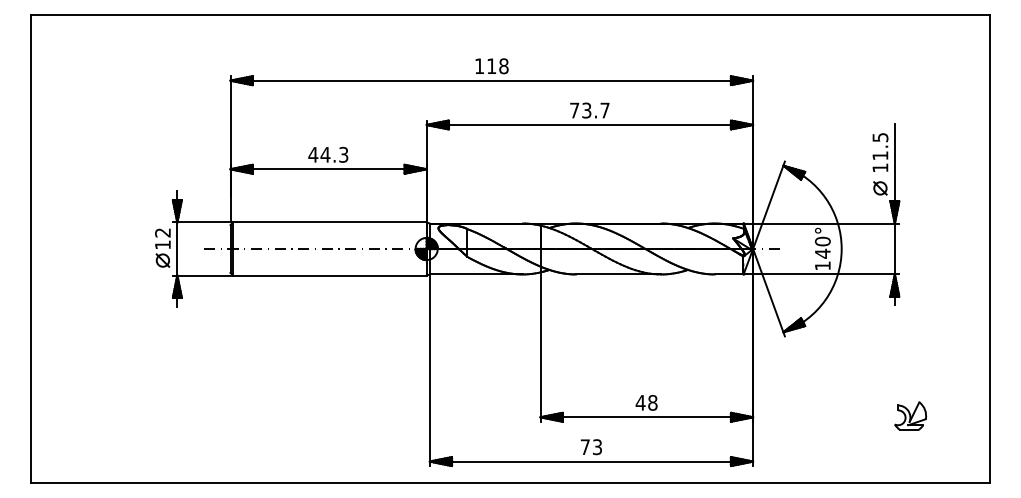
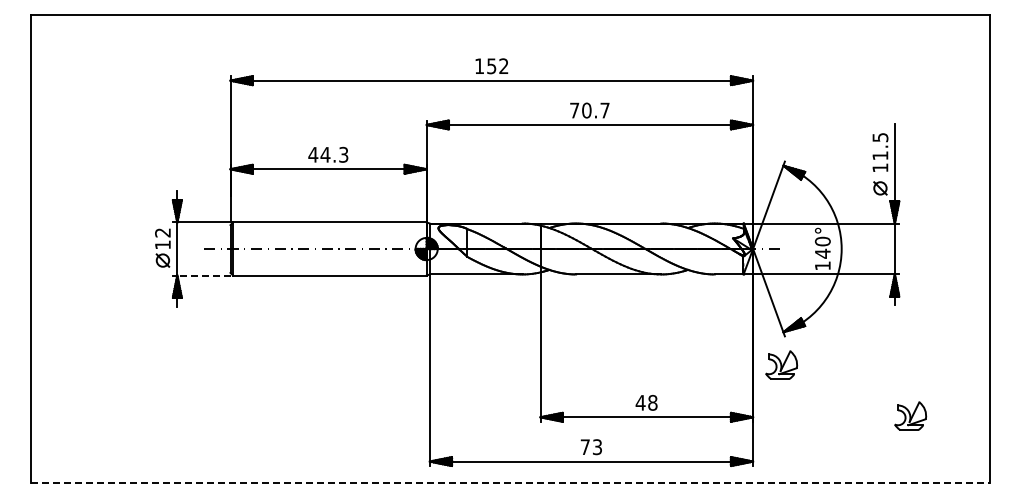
text at (497, 66): 118 -> 152
text at (586, 110): 73.7 -> 70.7
line at (203, 275): solid -> dashed
part at (781, 364): none -> present
line at (510, 482): solid -> dashed
